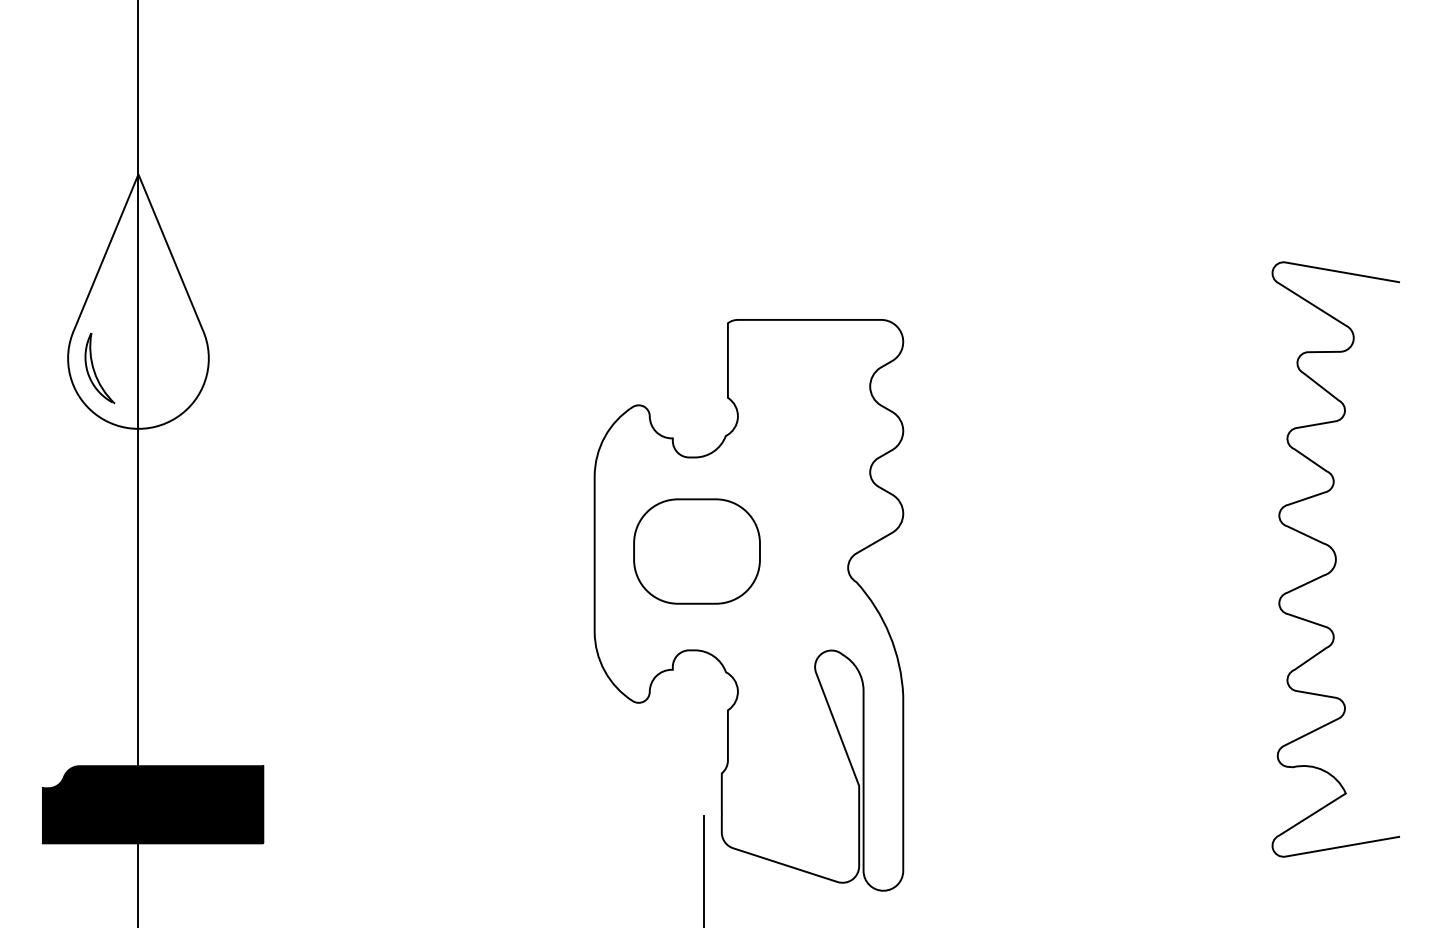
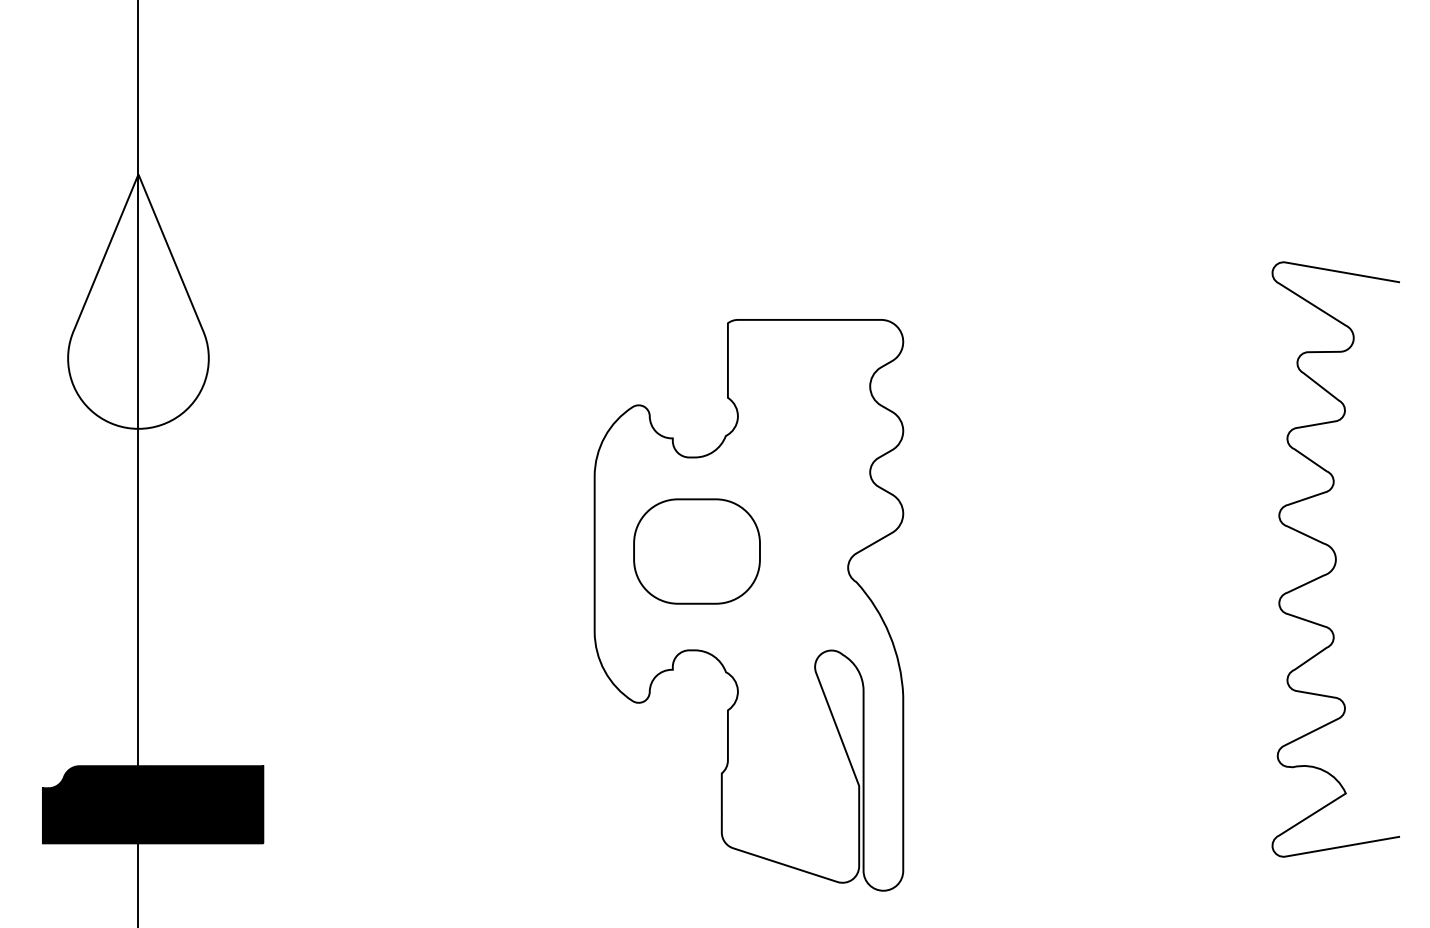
part at (99, 368): present -> none
line at (704, 869): present -> none
